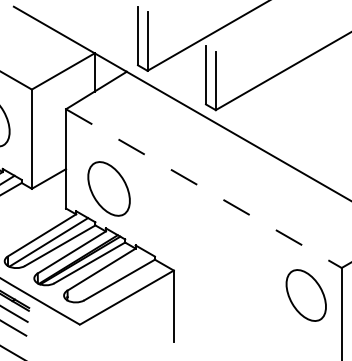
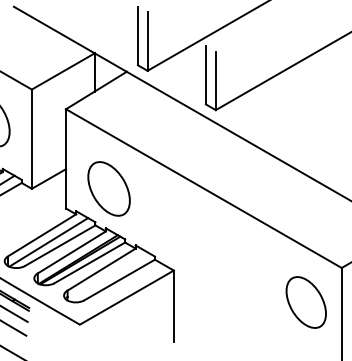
line at (204, 188): dashed -> solid
part at (305, 295) position: (305, 295) -> (305, 302)
